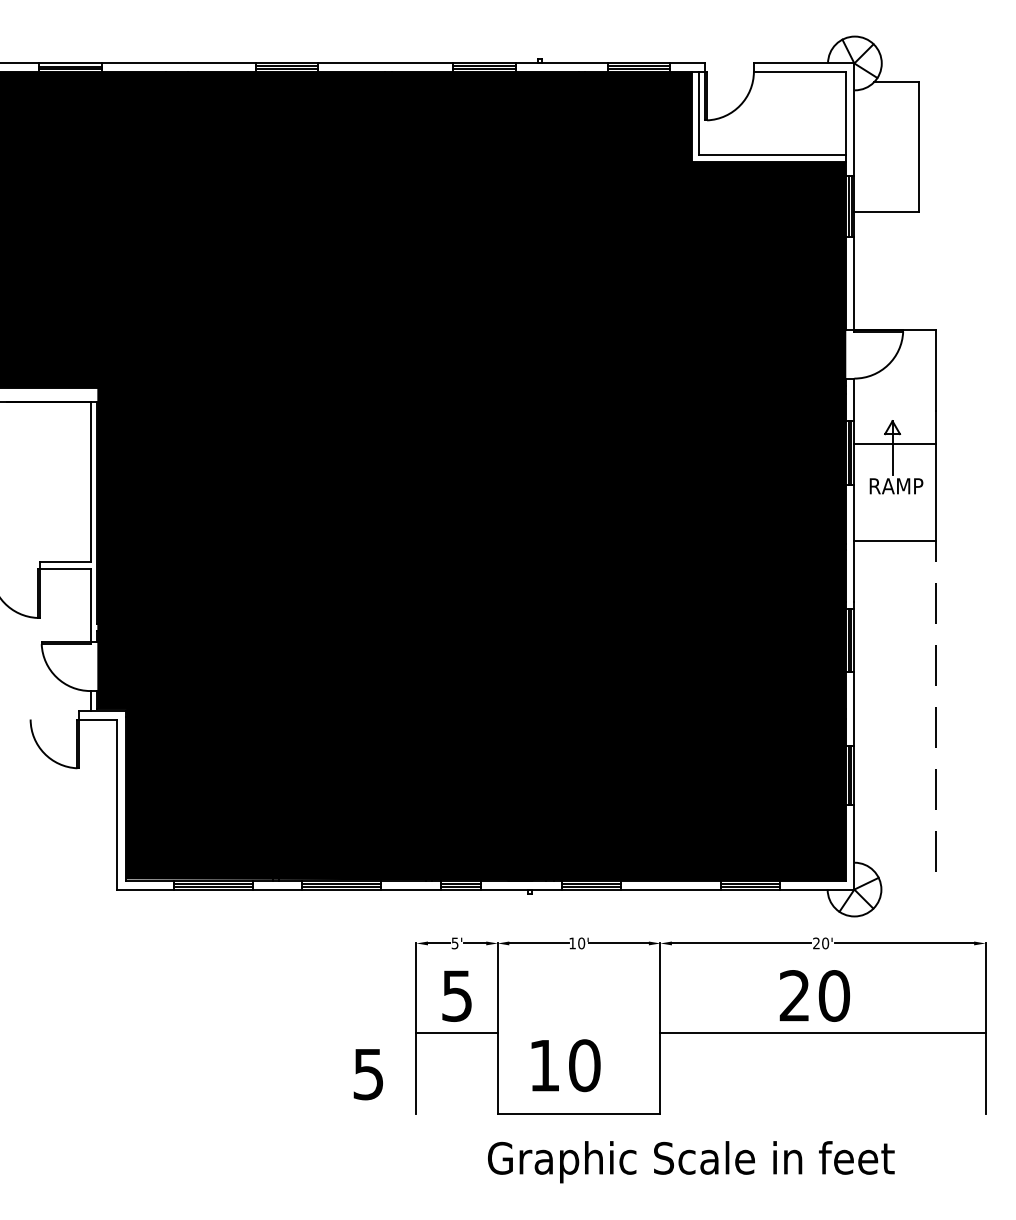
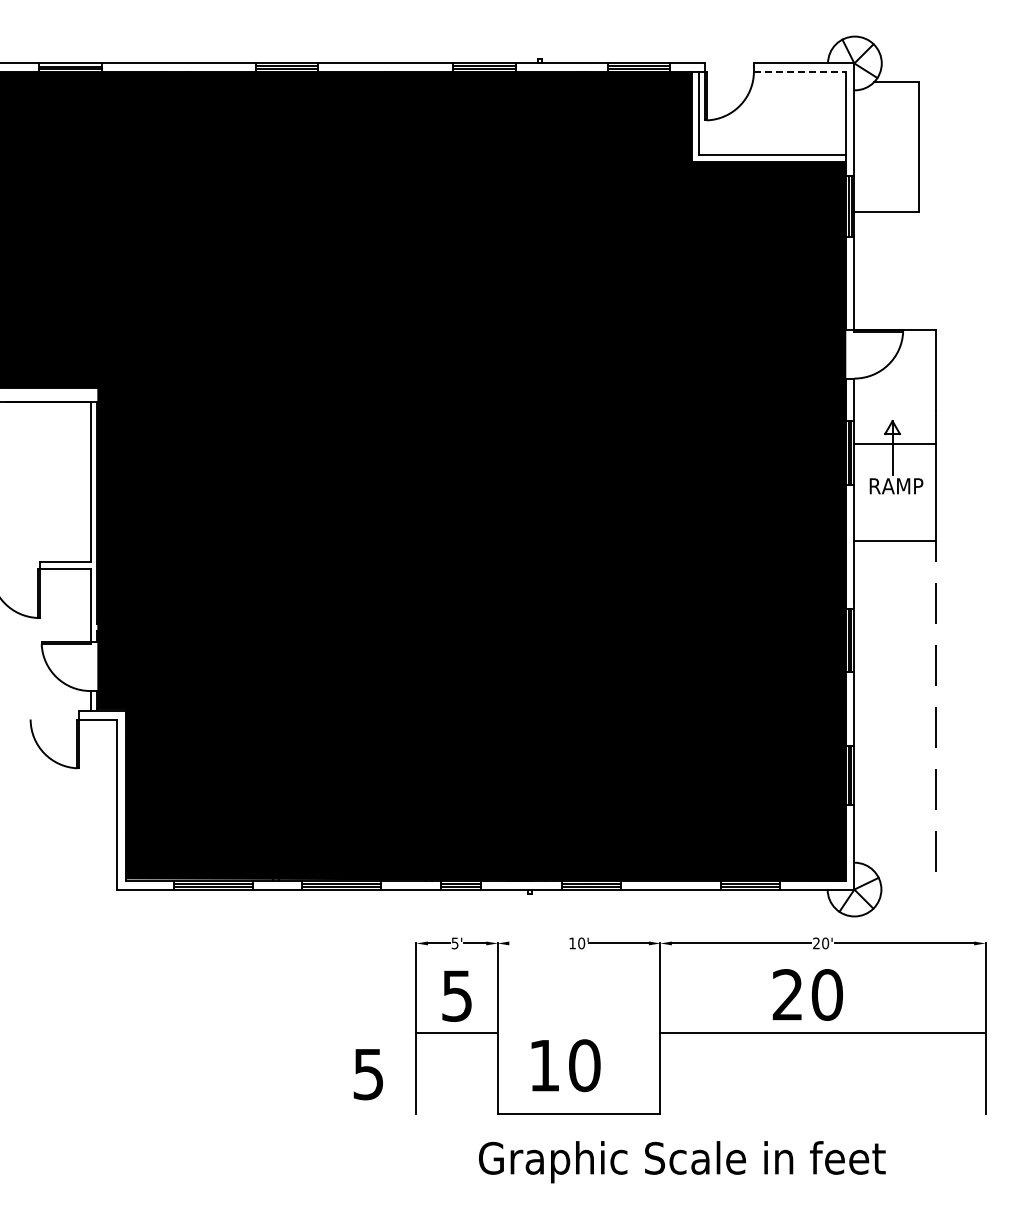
line at (800, 71): solid -> dashed
line at (539, 943): present -> none
text at (814, 995) position: (814, 995) -> (807, 994)
text at (691, 1162) position: (691, 1162) -> (682, 1162)
